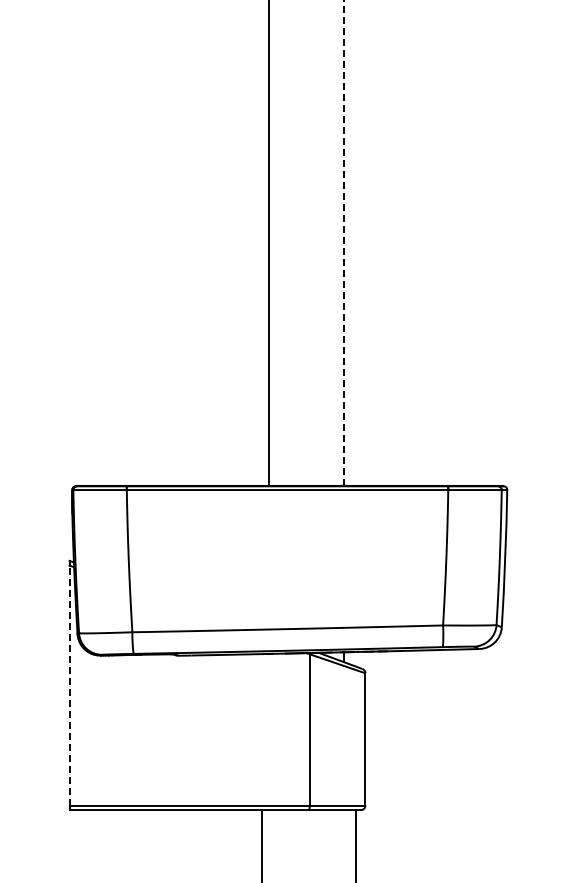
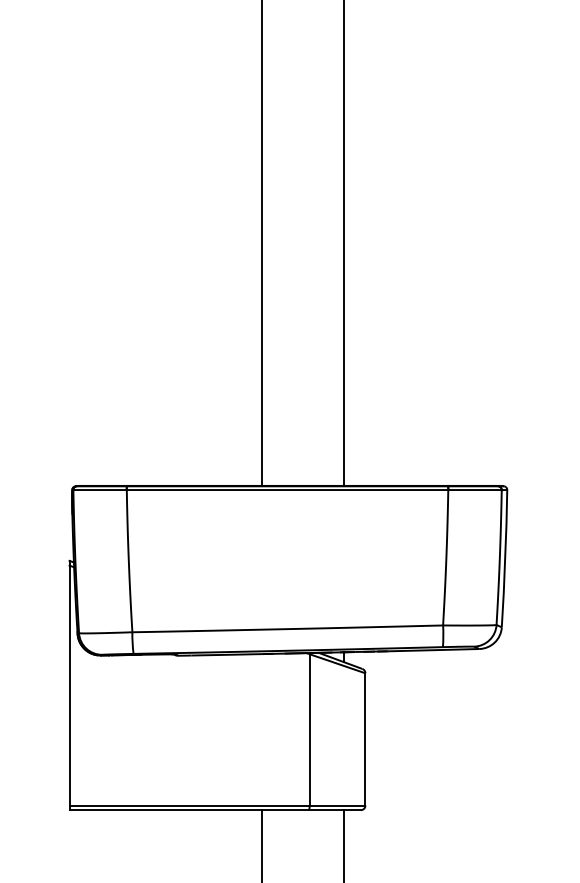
line at (343, 242): dashed -> solid
line at (268, 243) position: (268, 243) -> (261, 243)
line at (69, 685): dashed -> solid
line at (355, 844) position: (355, 844) -> (343, 844)
